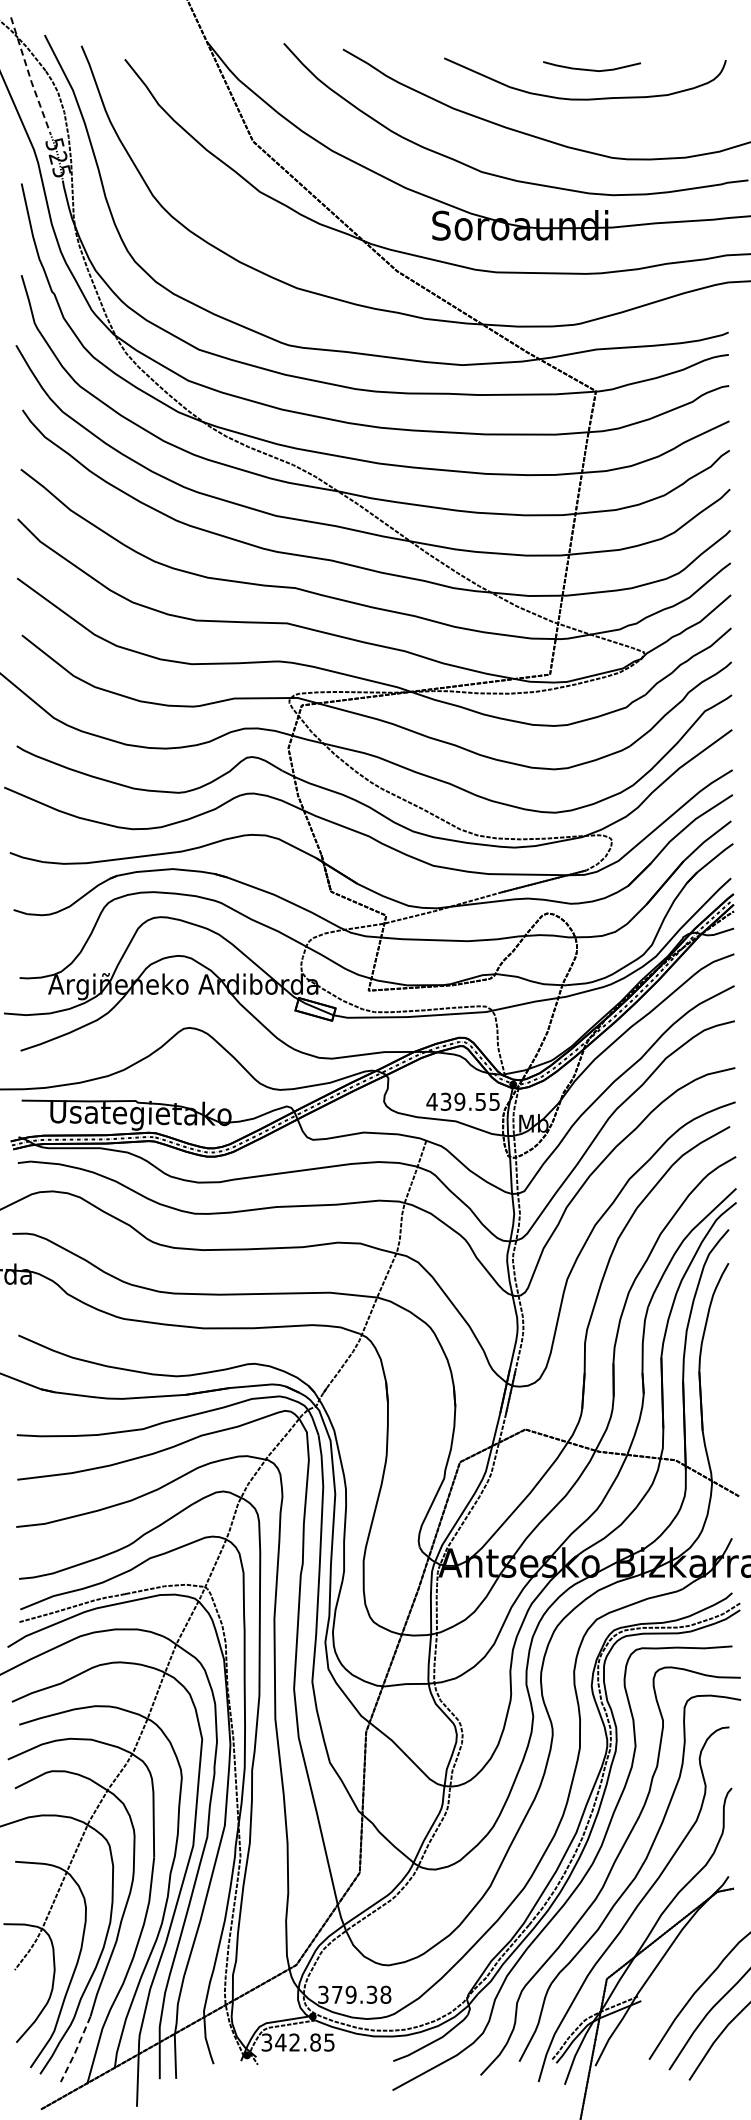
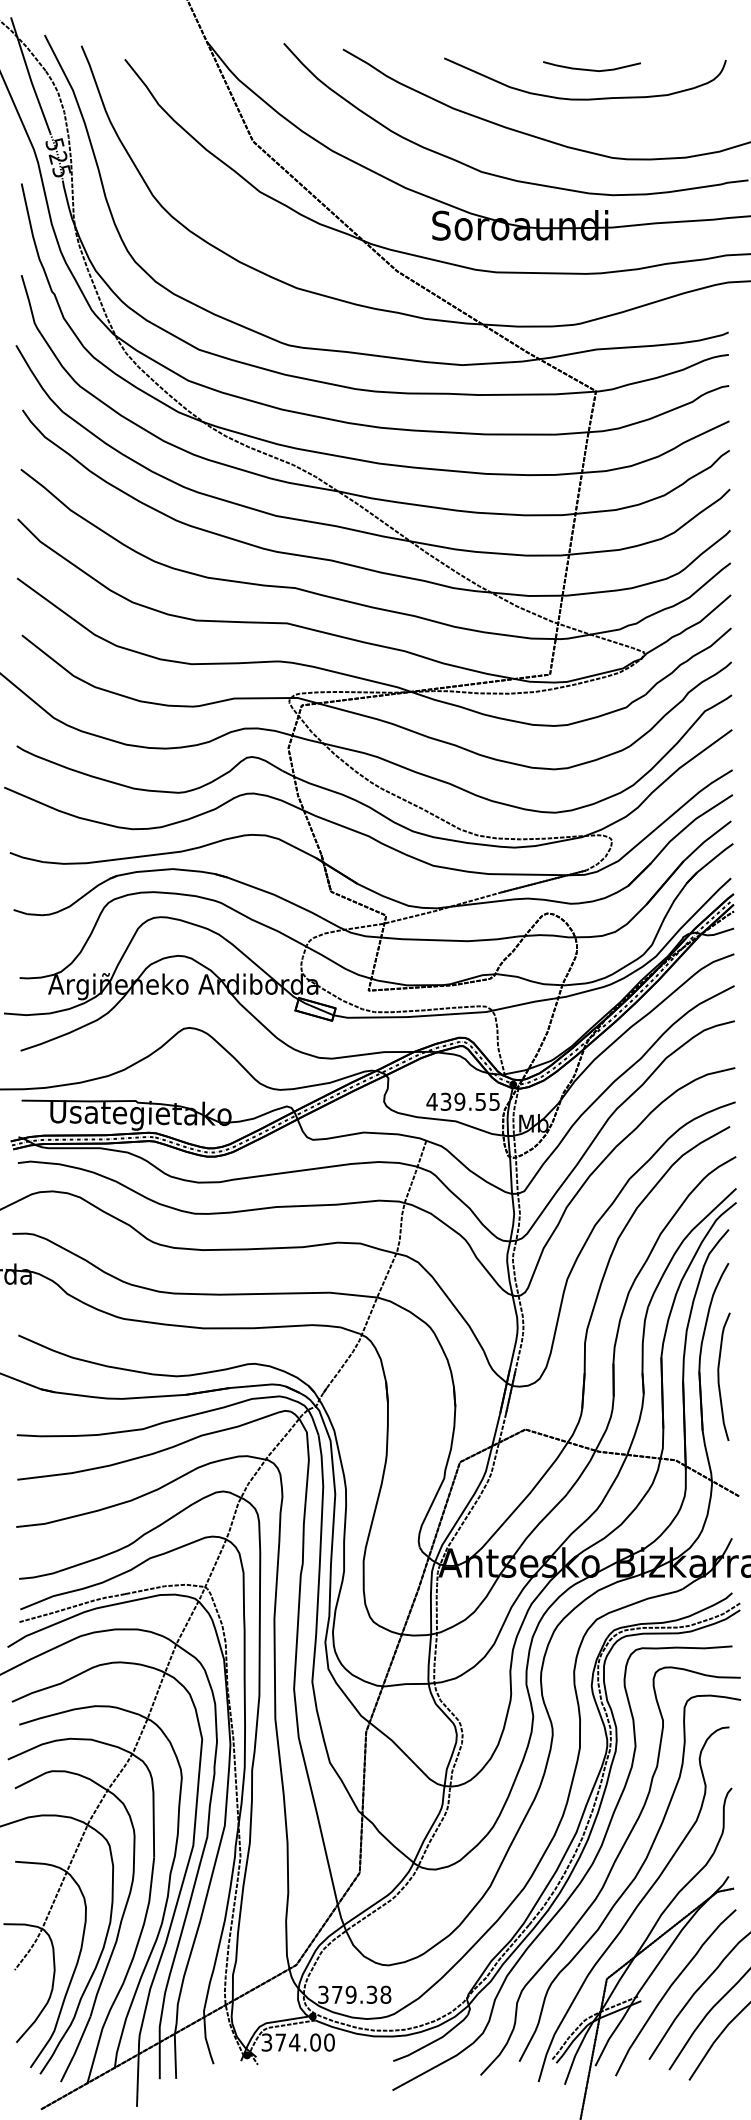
line at (30, 77): dashed -> solid
curve at (719, 1376): none -> present
curve at (670, 1988): none -> present
text at (304, 2042): 342.85 -> 374.00
line at (76, 2050): dashed -> solid
